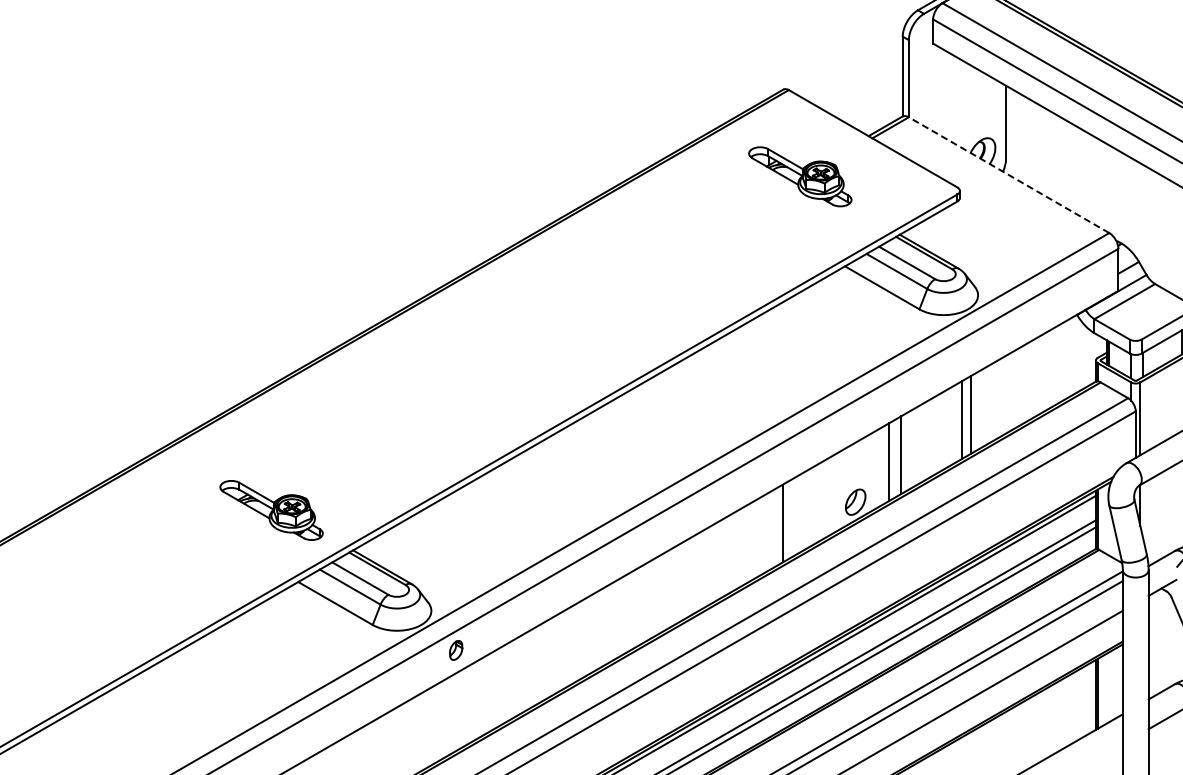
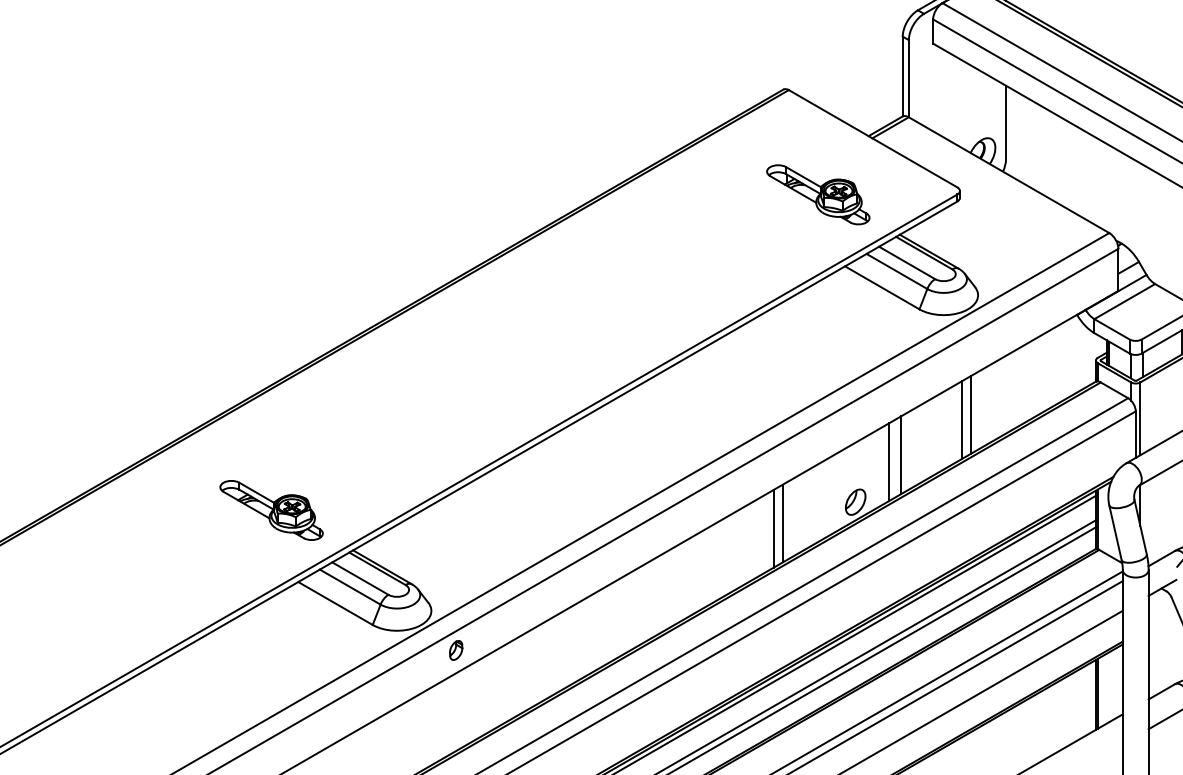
line at (1009, 175): dashed -> solid
part at (800, 176) position: (800, 176) -> (818, 194)
line at (773, 528): none -> present
